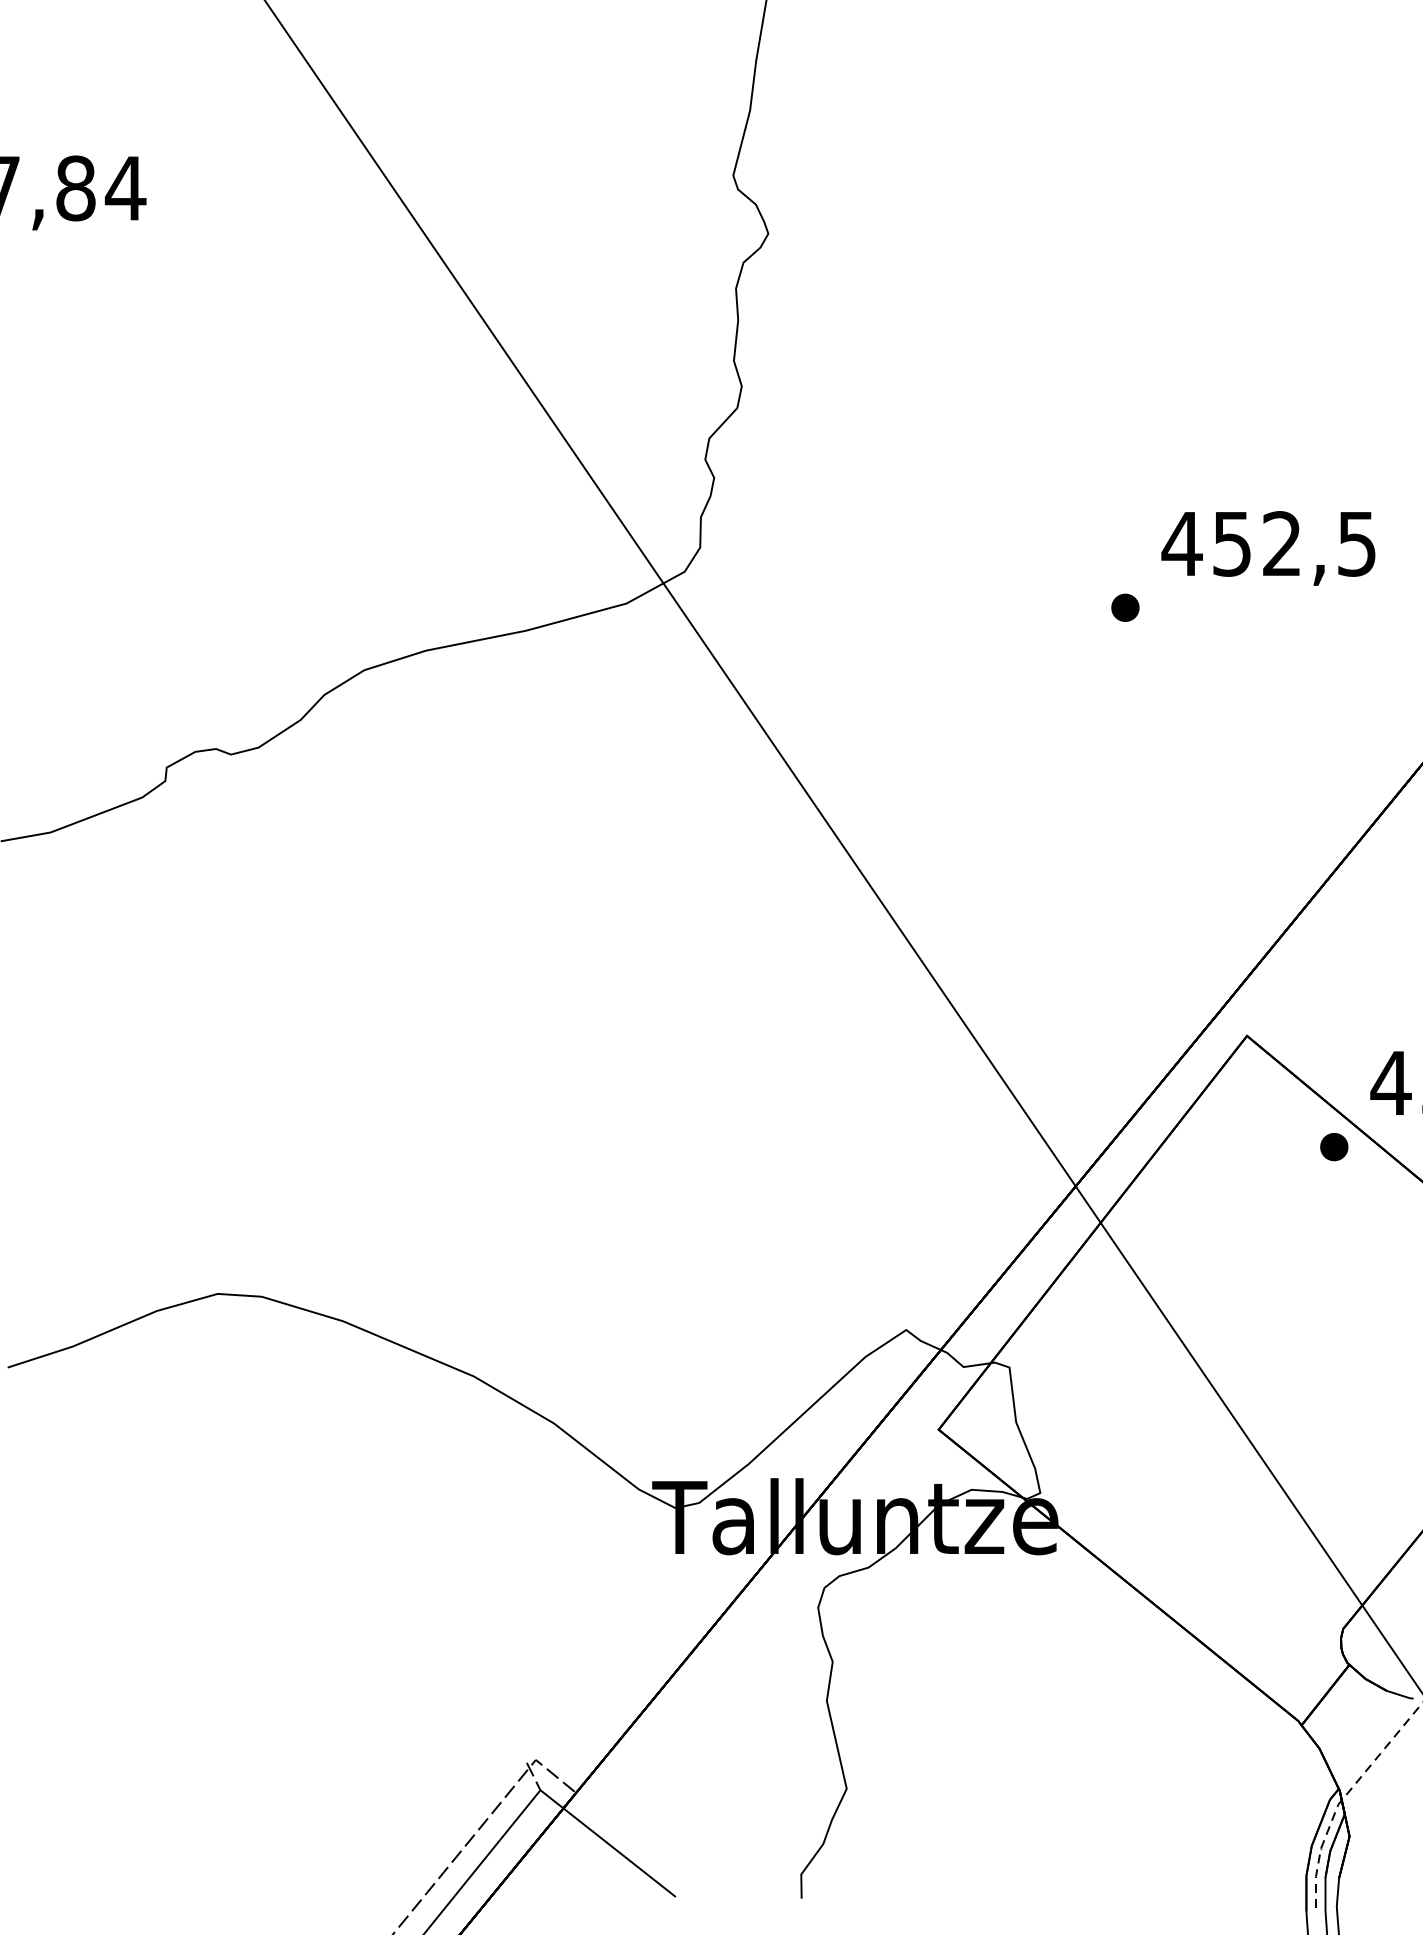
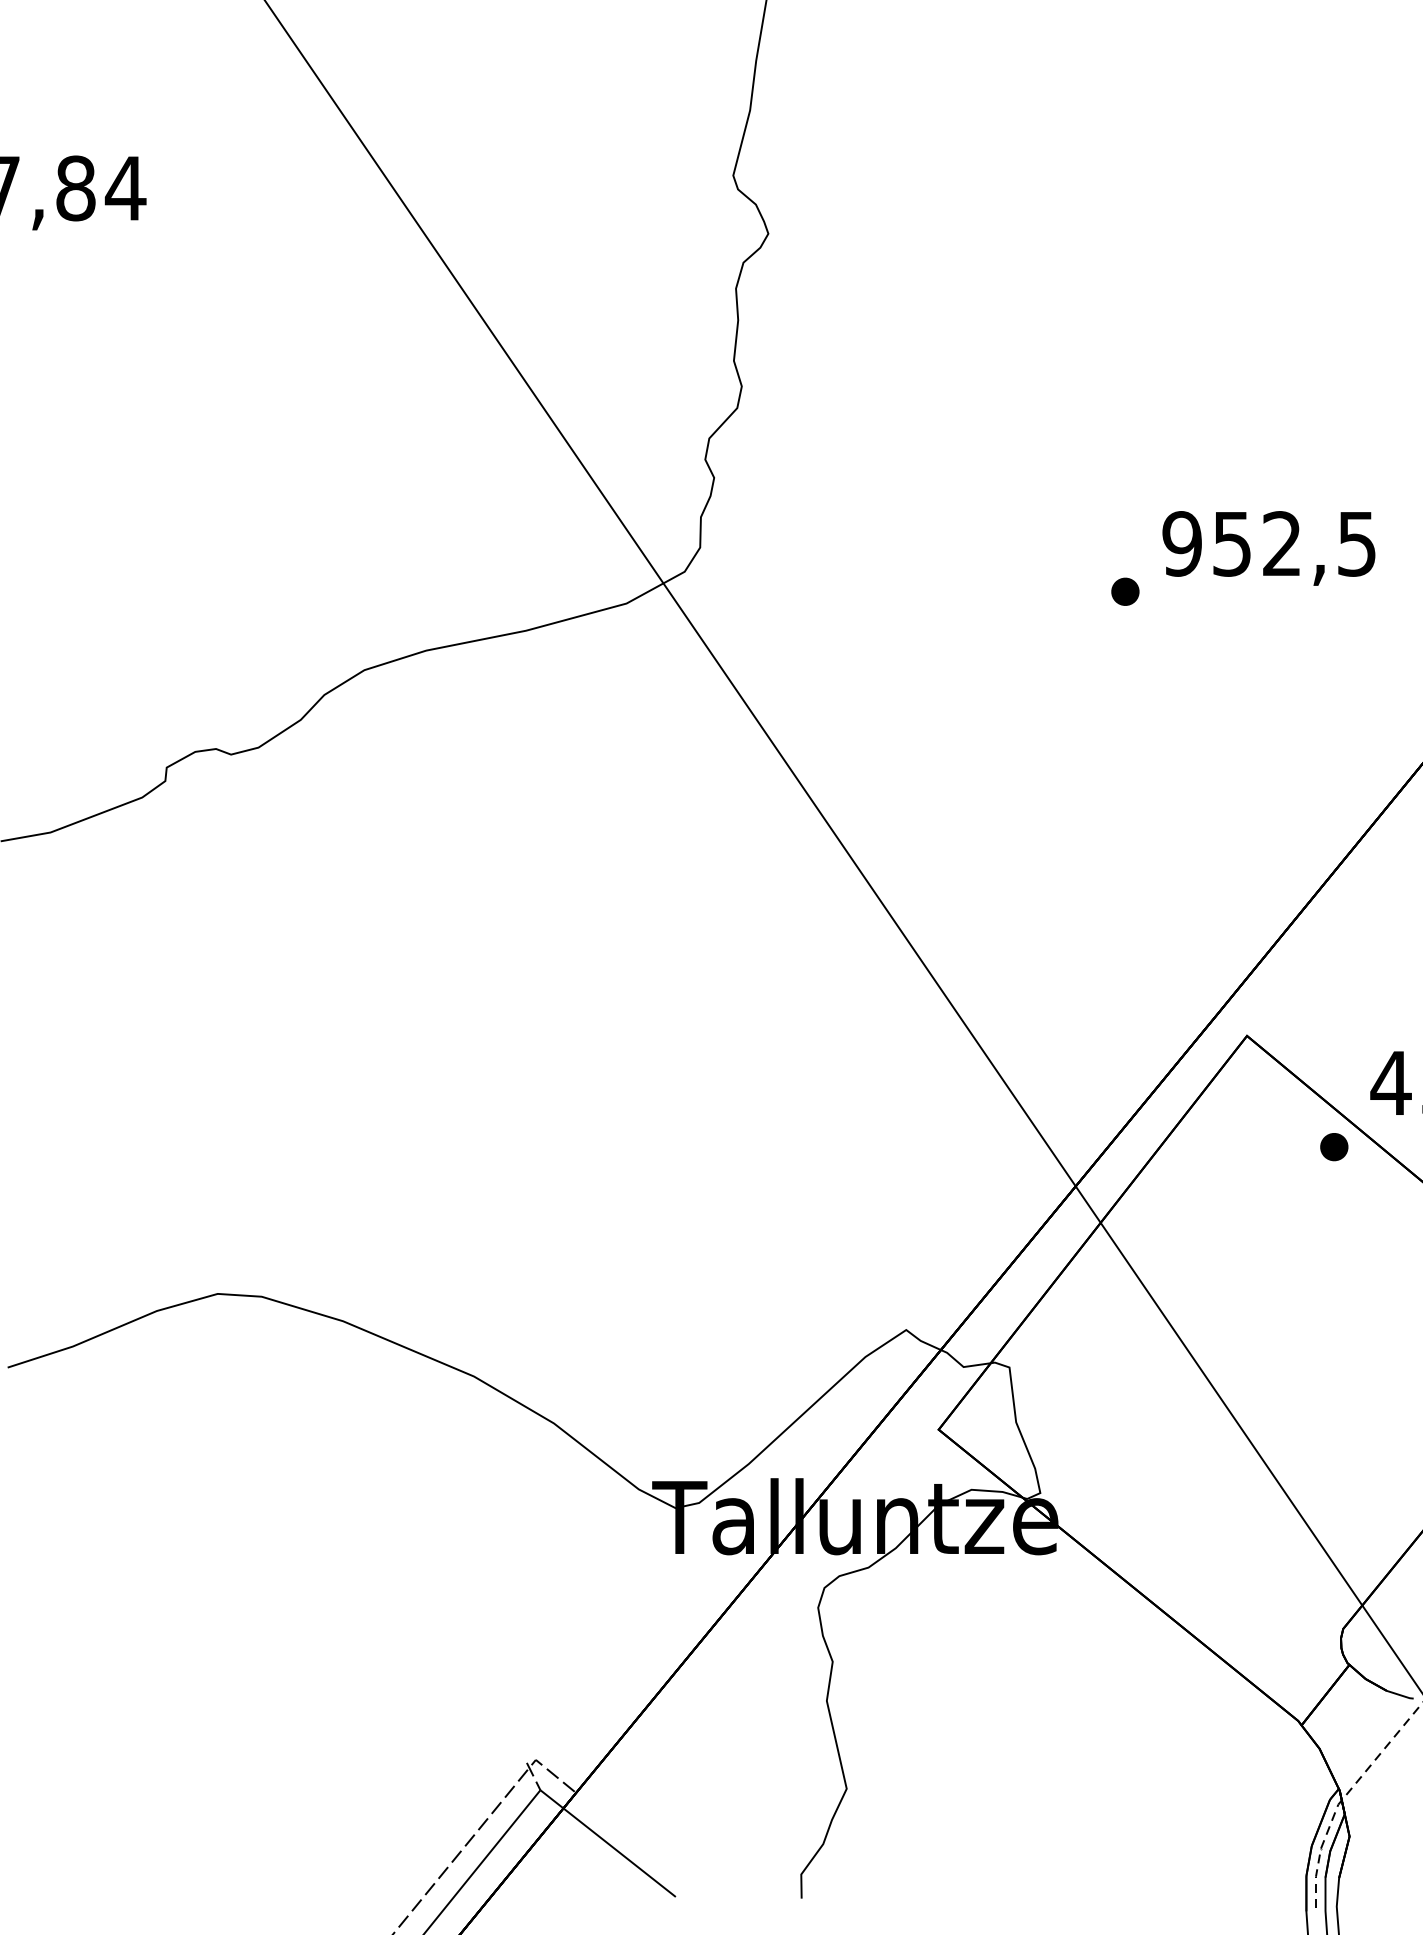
text at (1181, 543): 452,5 -> 952,5
part at (1125, 607) position: (1125, 607) -> (1125, 591)
